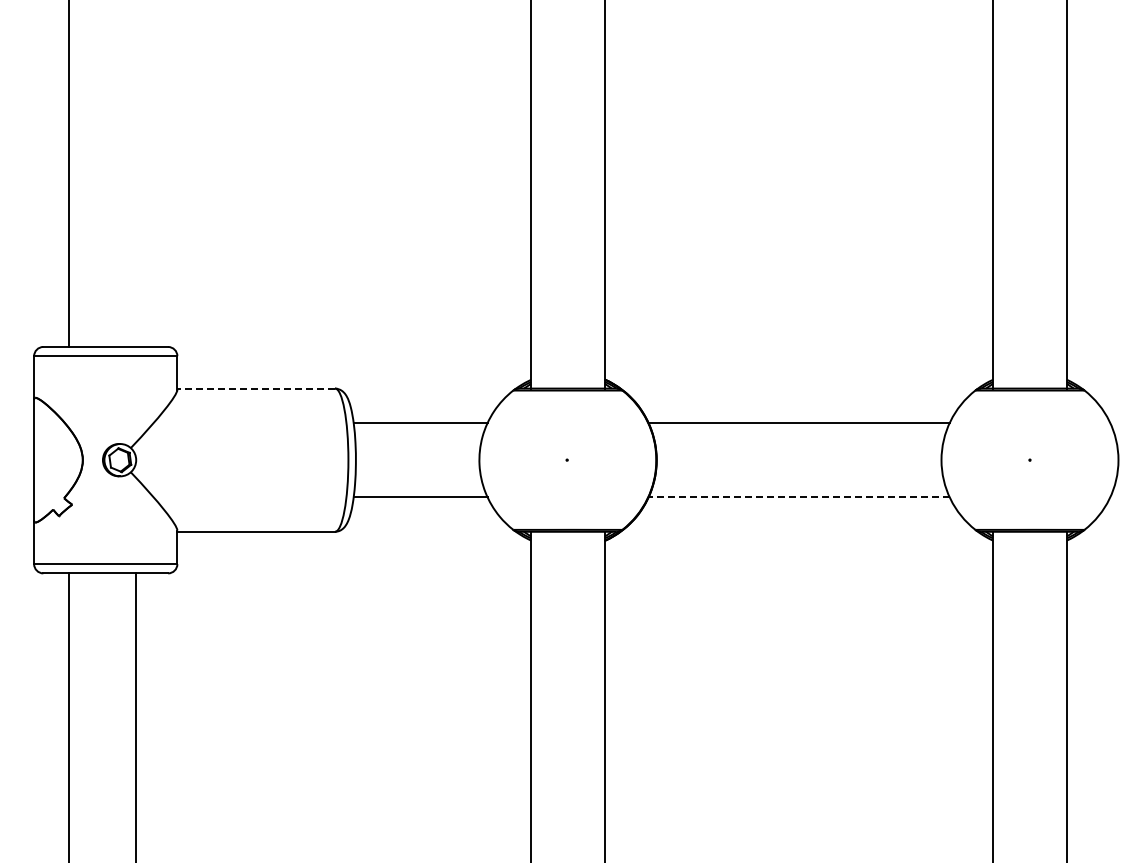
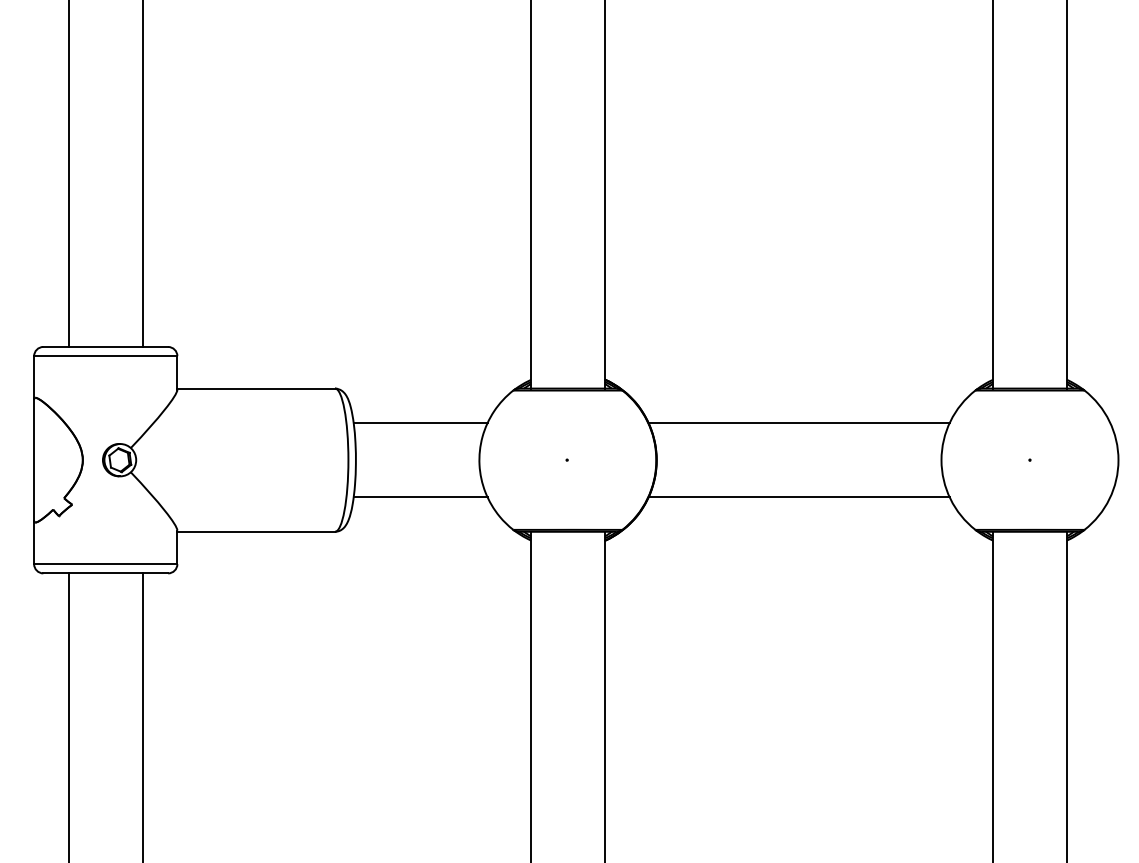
line at (142, 174): none -> present
line at (256, 388): dashed -> solid
line at (798, 497): dashed -> solid
line at (135, 716) position: (135, 716) -> (142, 716)
